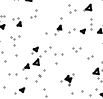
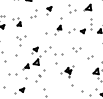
part at (49, 10): none -> present
part at (15, 40) position: (15, 40) -> (21, 40)
part at (67, 83) position: (67, 83) -> (67, 75)
